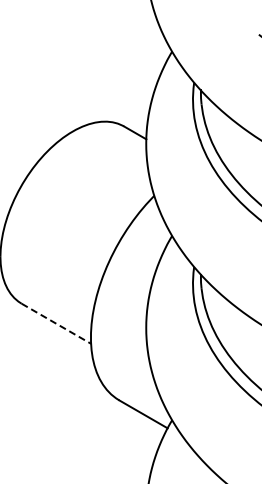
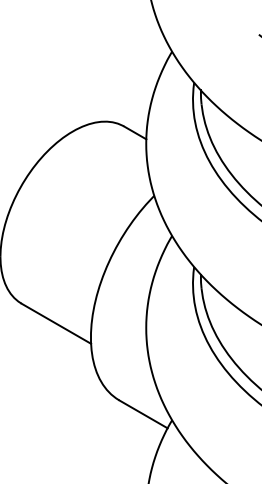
line at (56, 324): dashed -> solid
